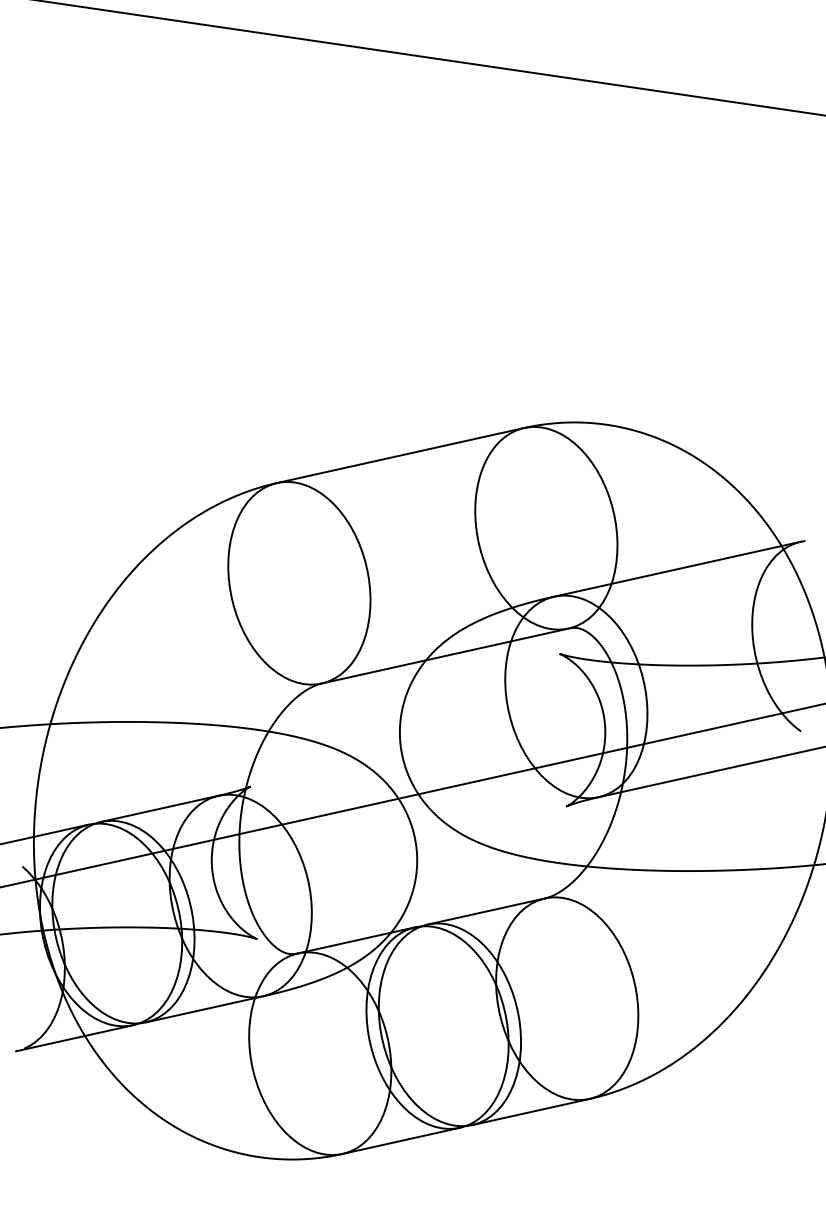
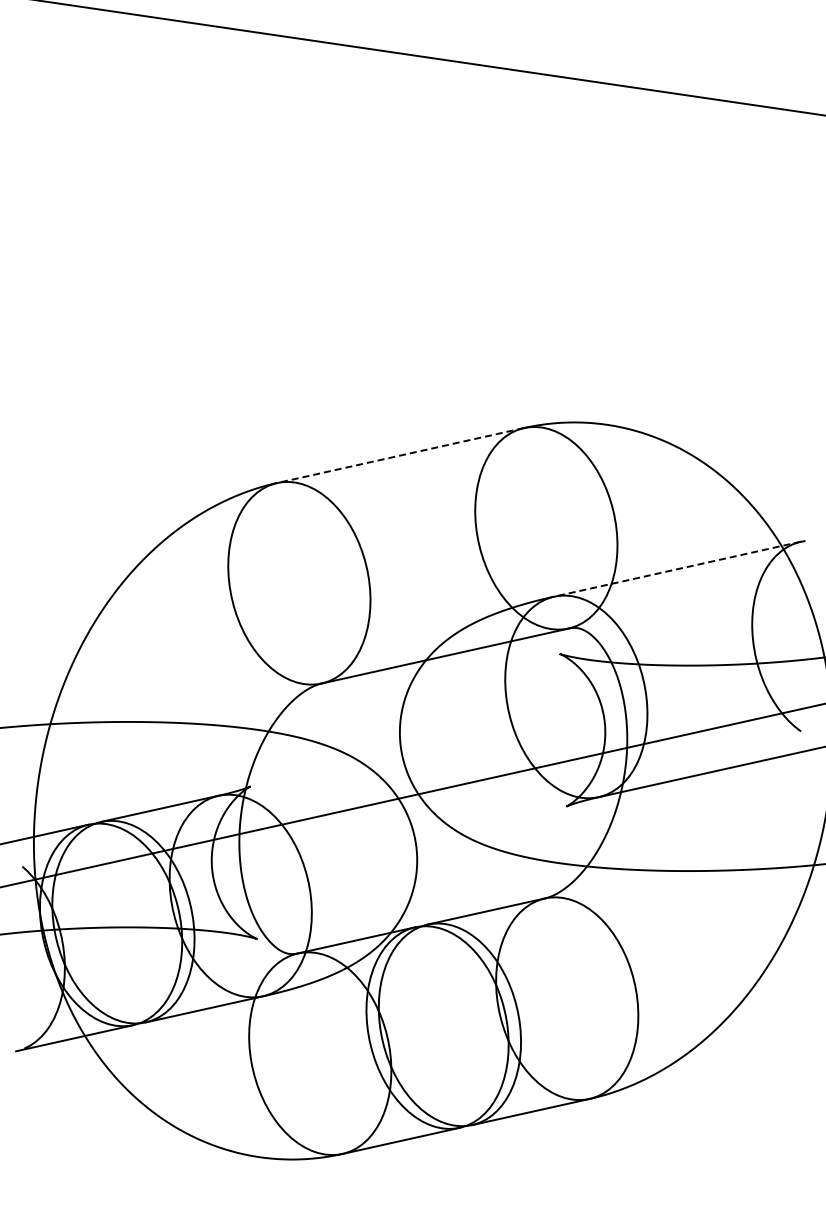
line at (400, 455): solid -> dashed
line at (677, 569): solid -> dashed
